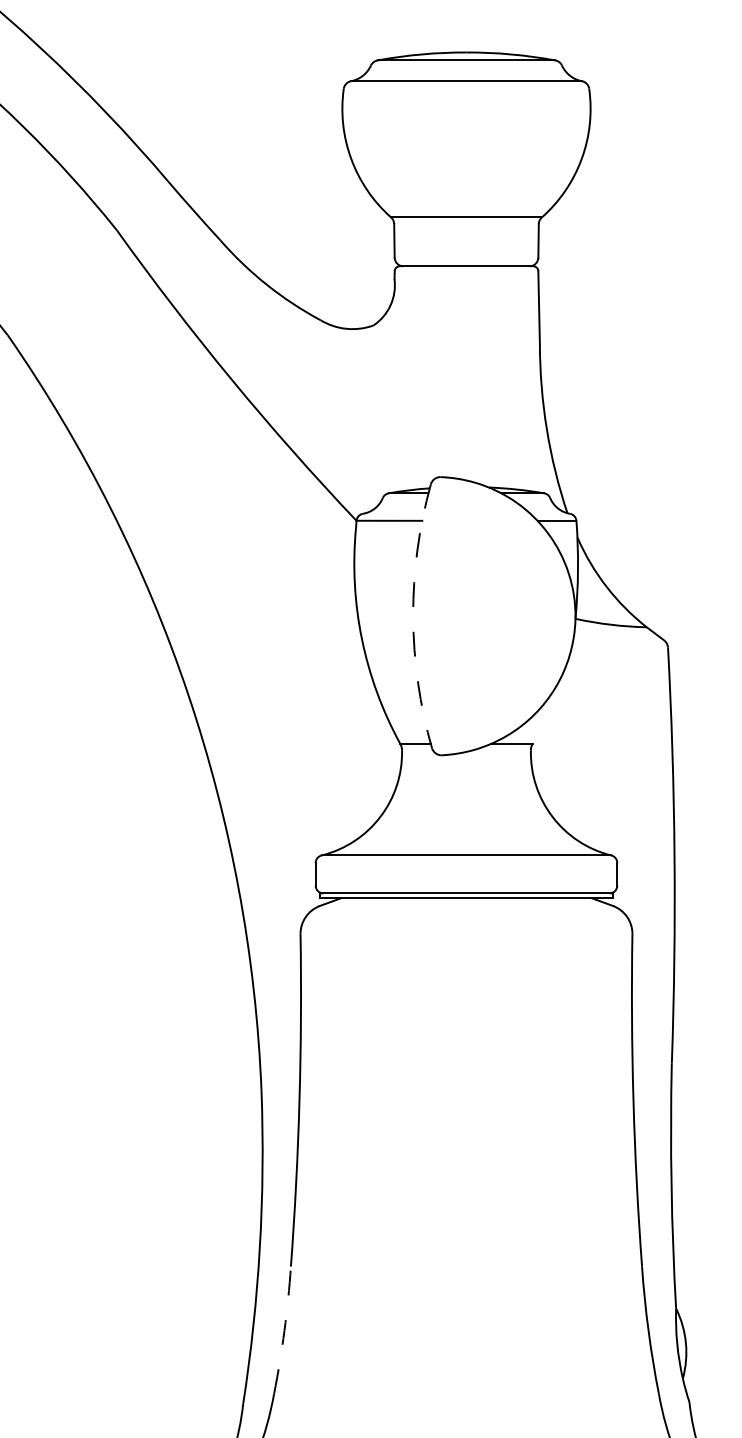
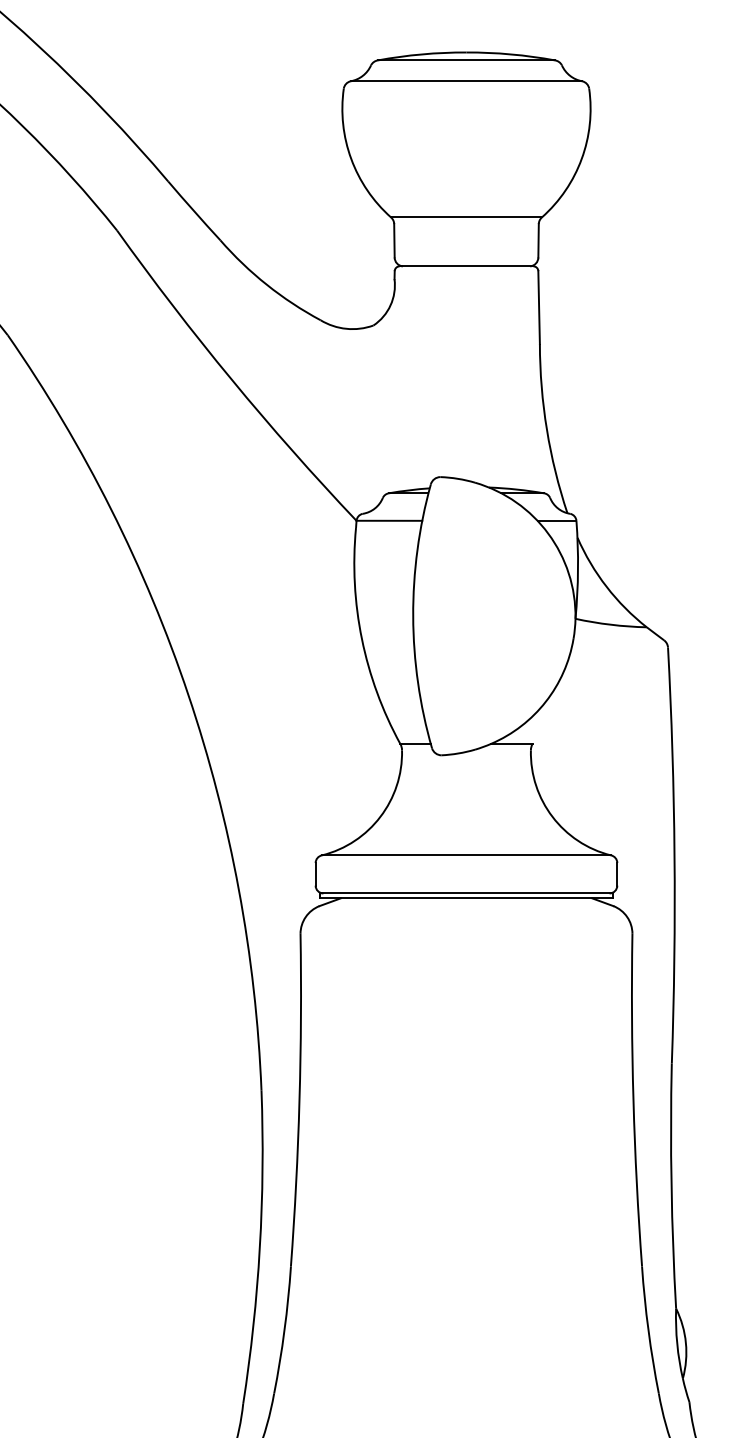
arc at (413, 616): dashed -> solid
arc at (284, 1330): dashed -> solid
